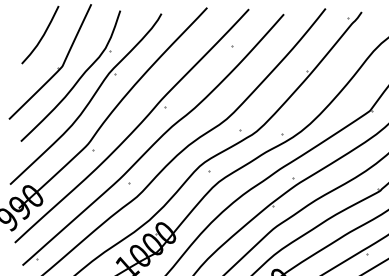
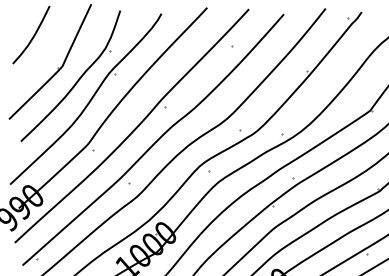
curve at (42, 35) position: (42, 35) -> (33, 35)
